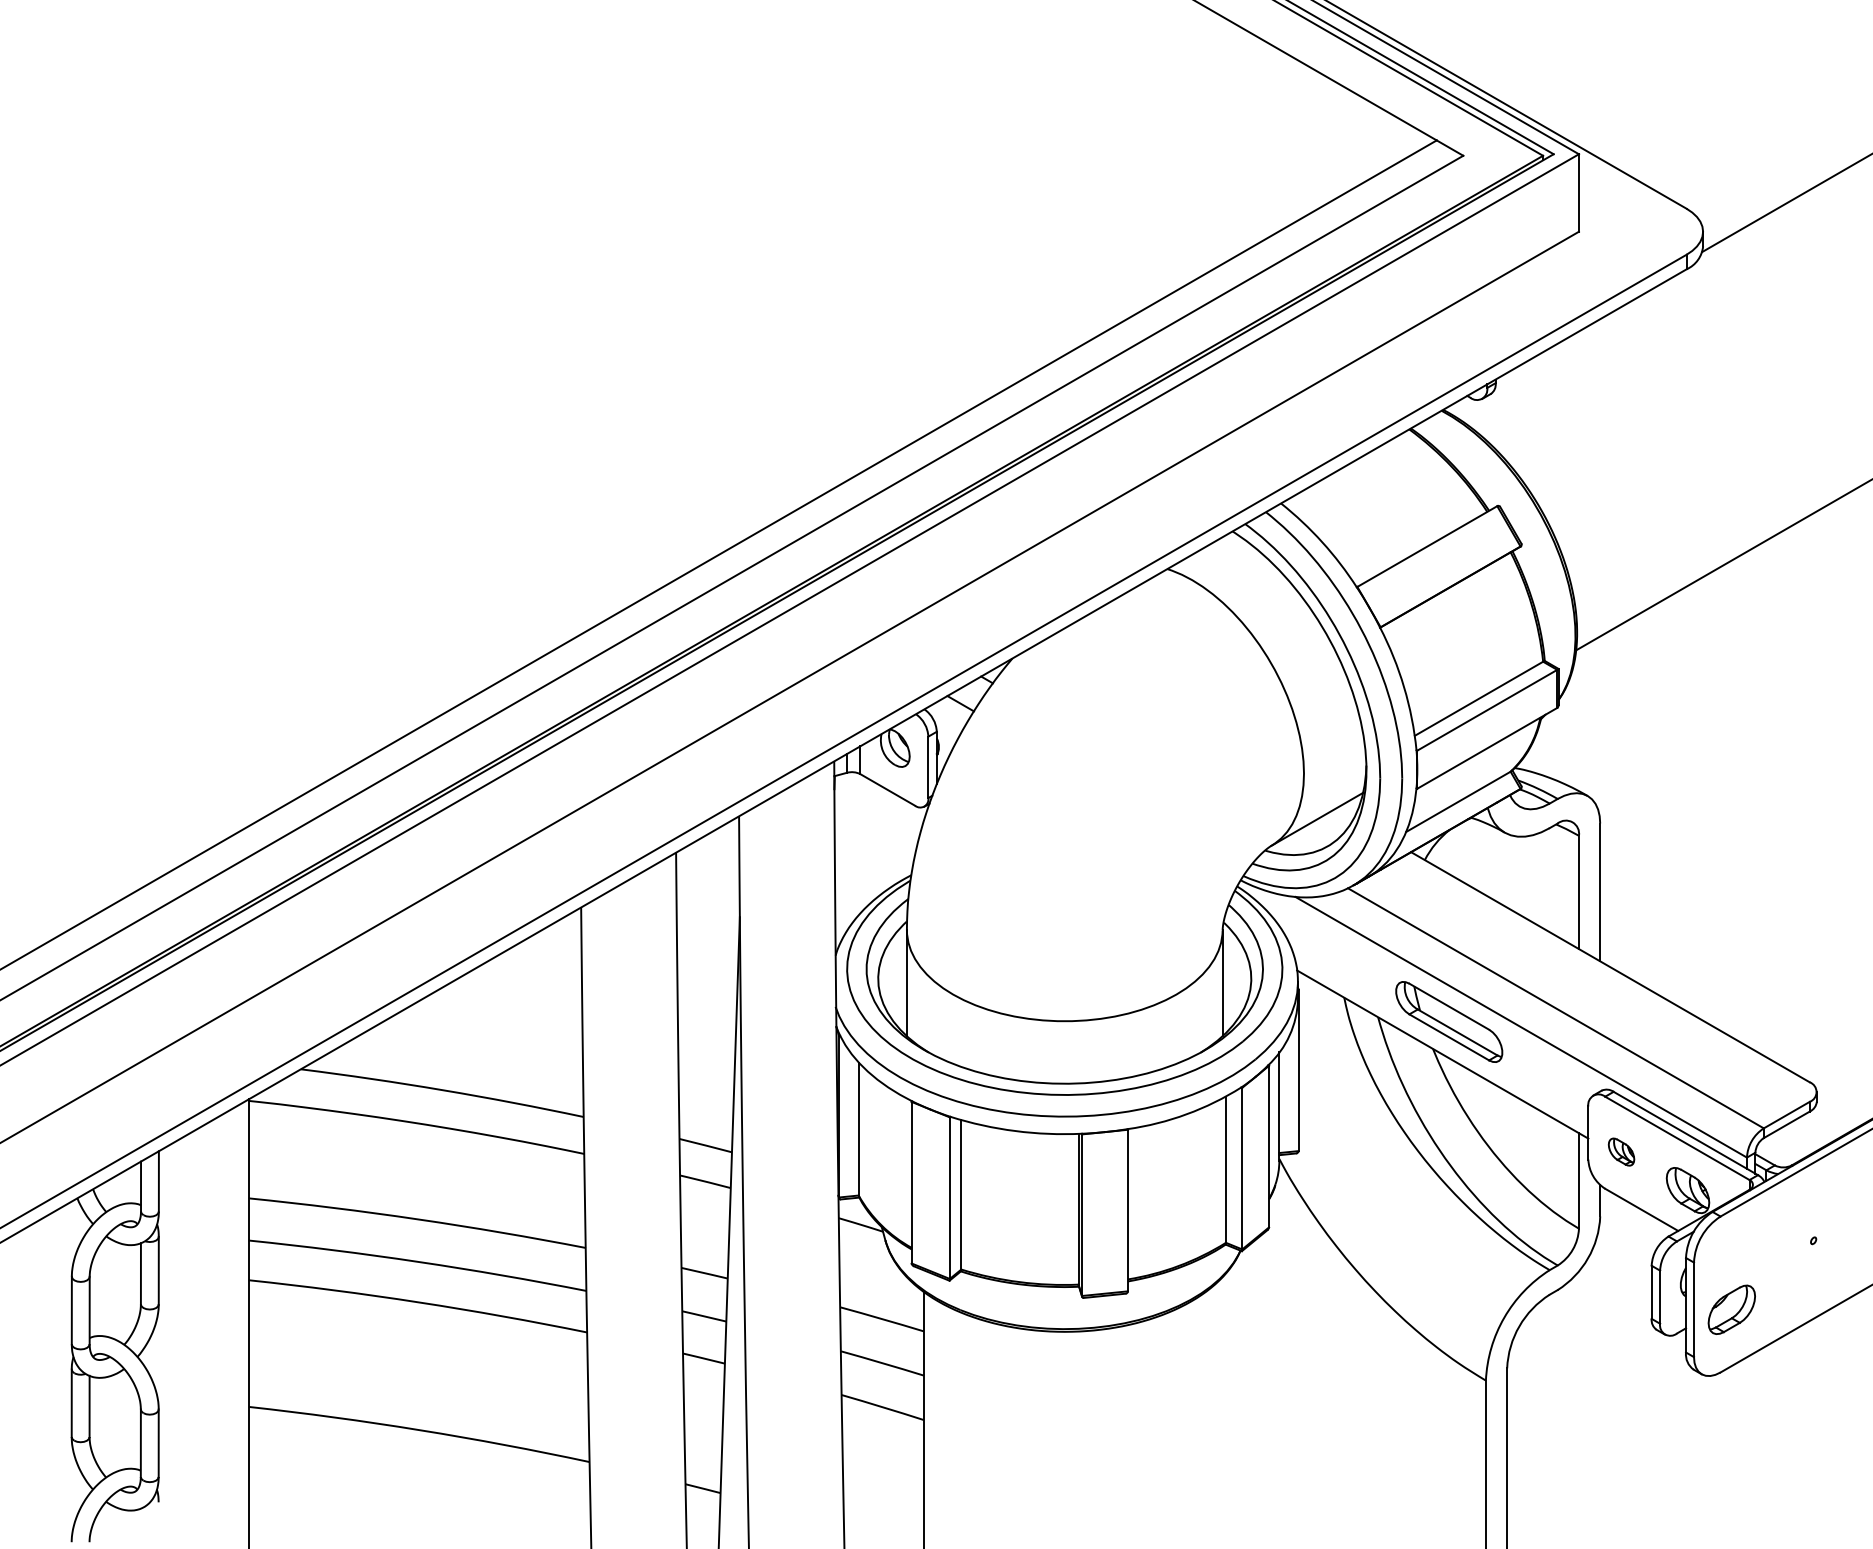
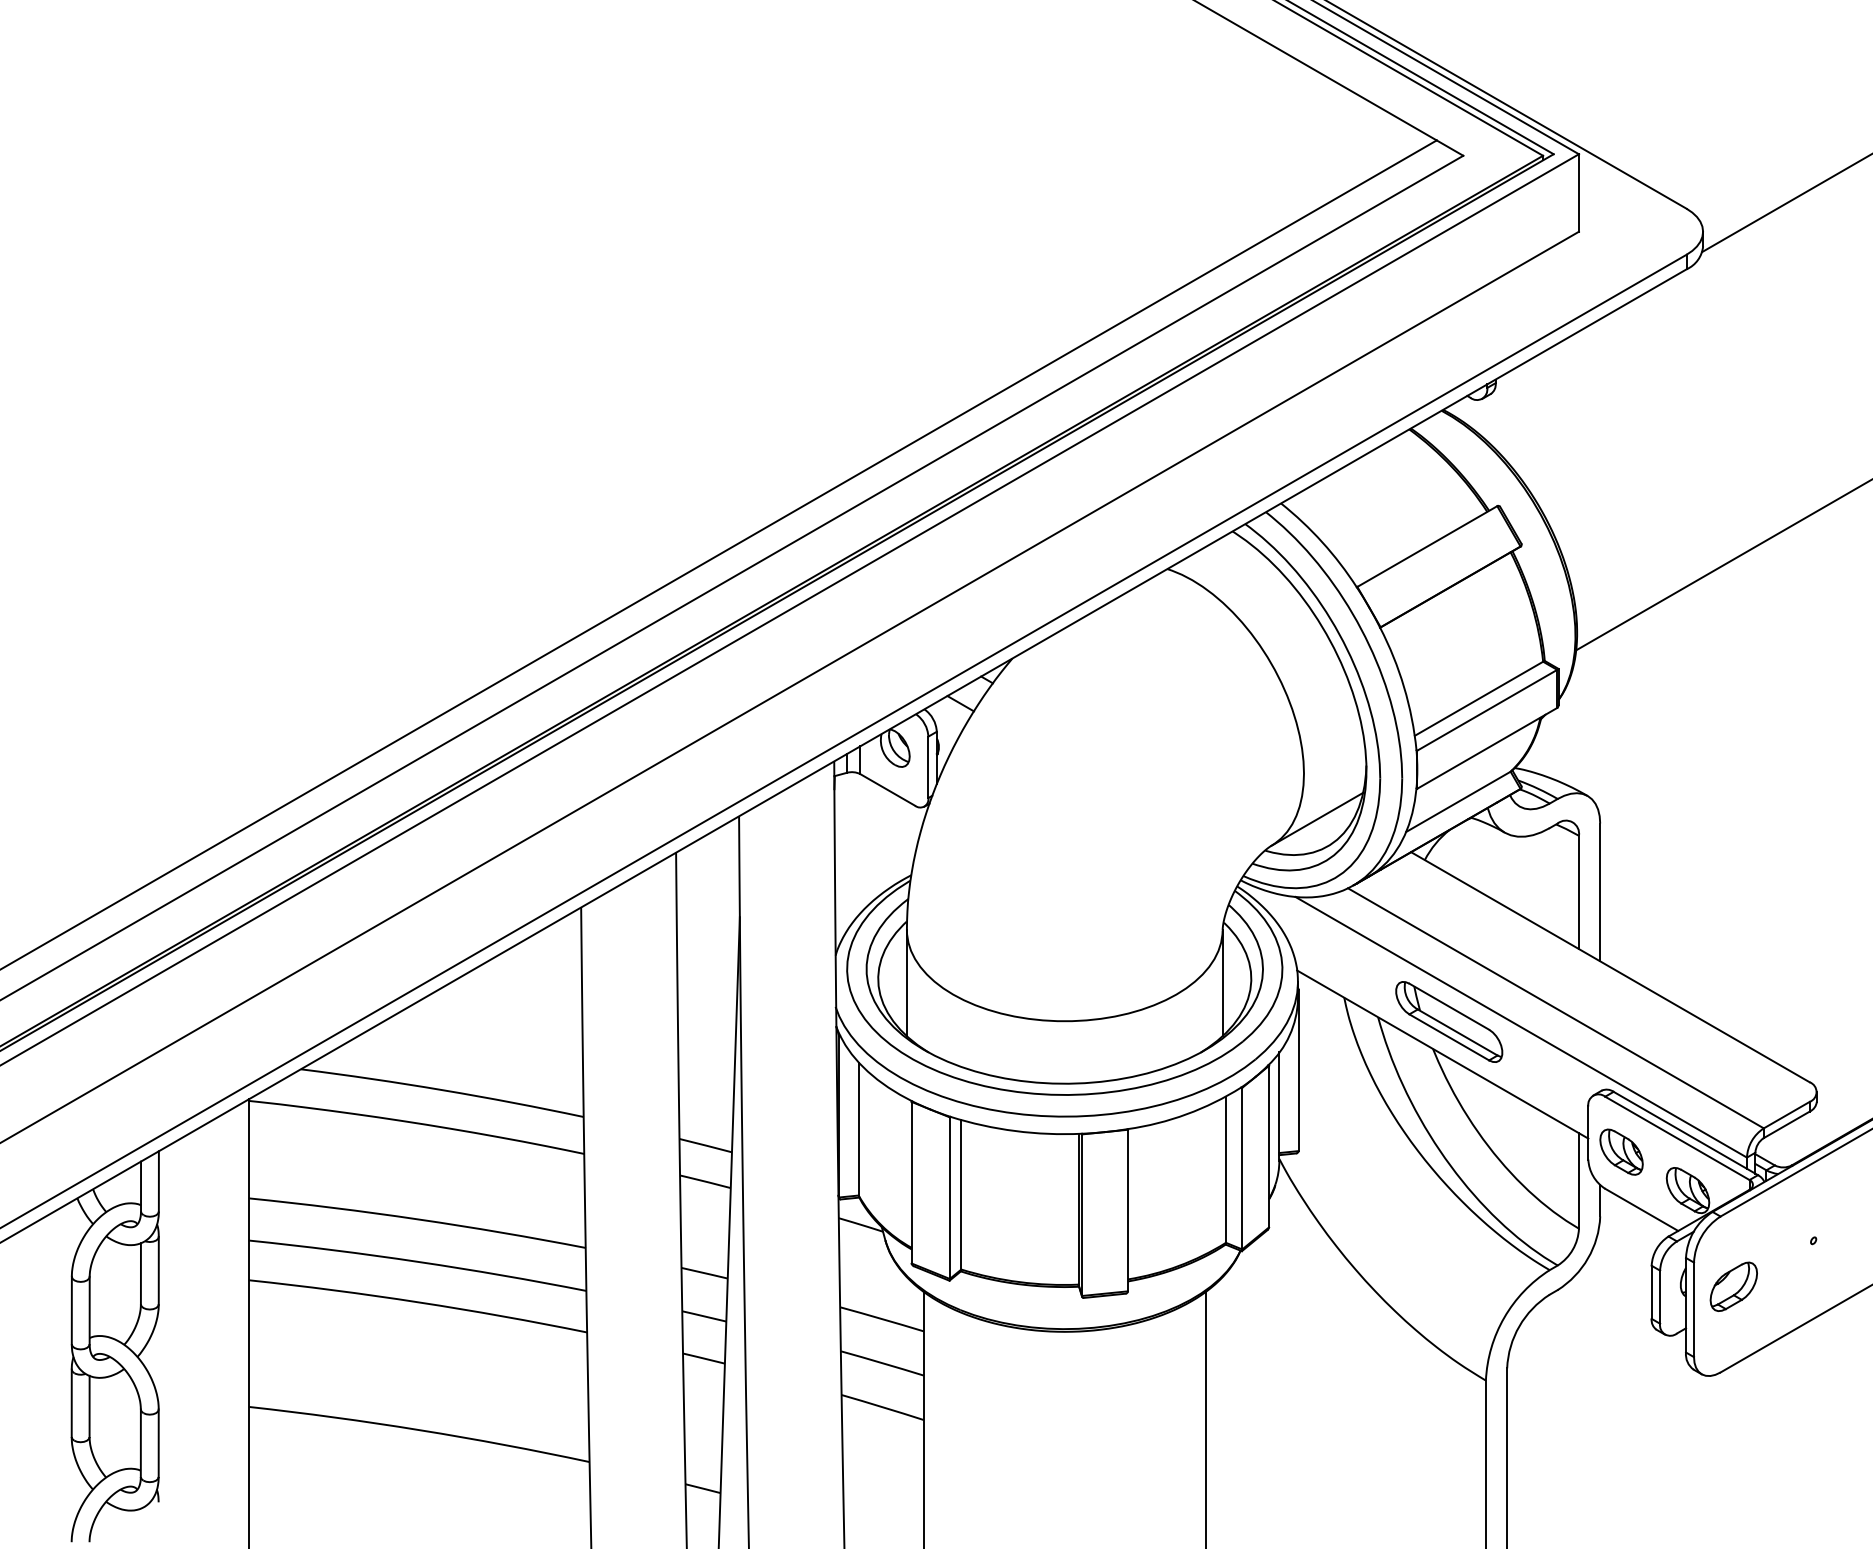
part at (1621, 1151) size: 29x30 px -> 45x48 px
part at (1731, 1309) position: (1731, 1309) -> (1733, 1286)
line at (1205, 1418): none -> present
